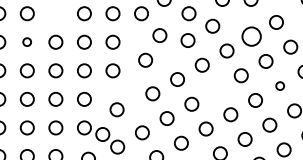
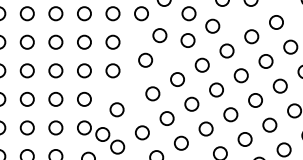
circle at (55, 13): none -> present
circle at (251, 36) size: 21x21 px -> 16x16 px
circle at (26, 41) size: 10x10 px -> 16x16 px
circle at (279, 85) size: 10x10 px -> 16x16 px
circle at (216, 89): none -> present
